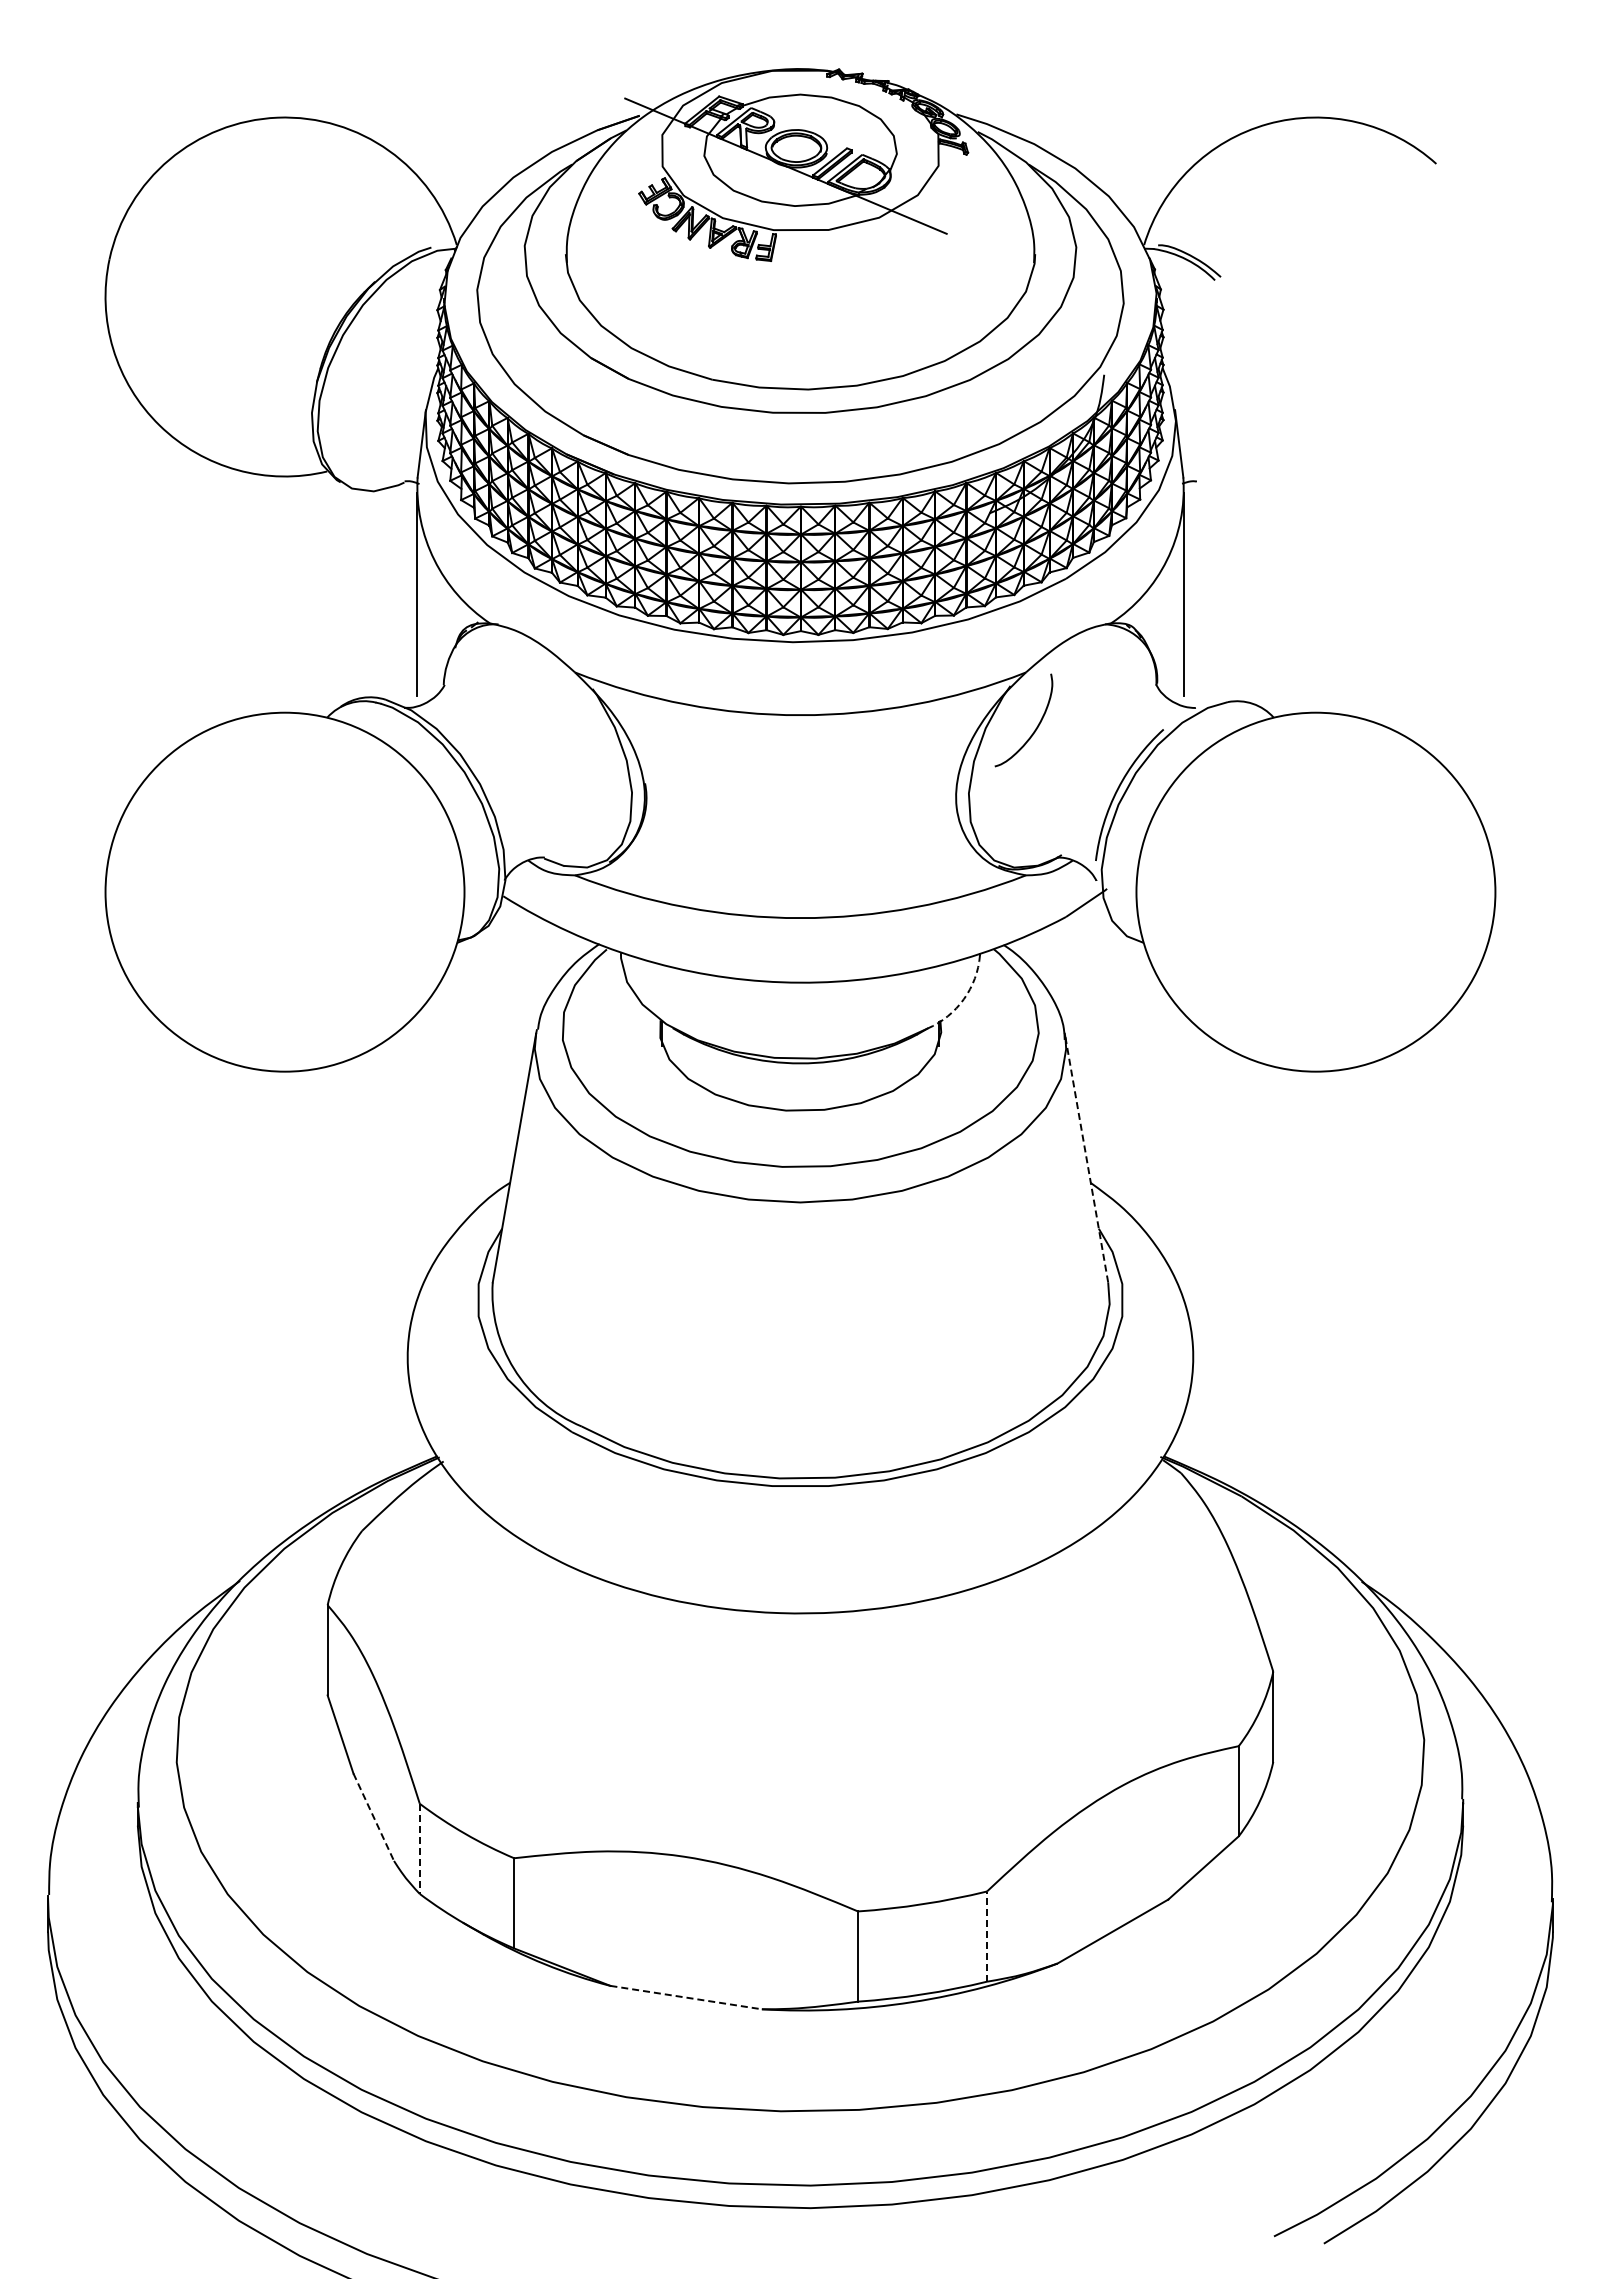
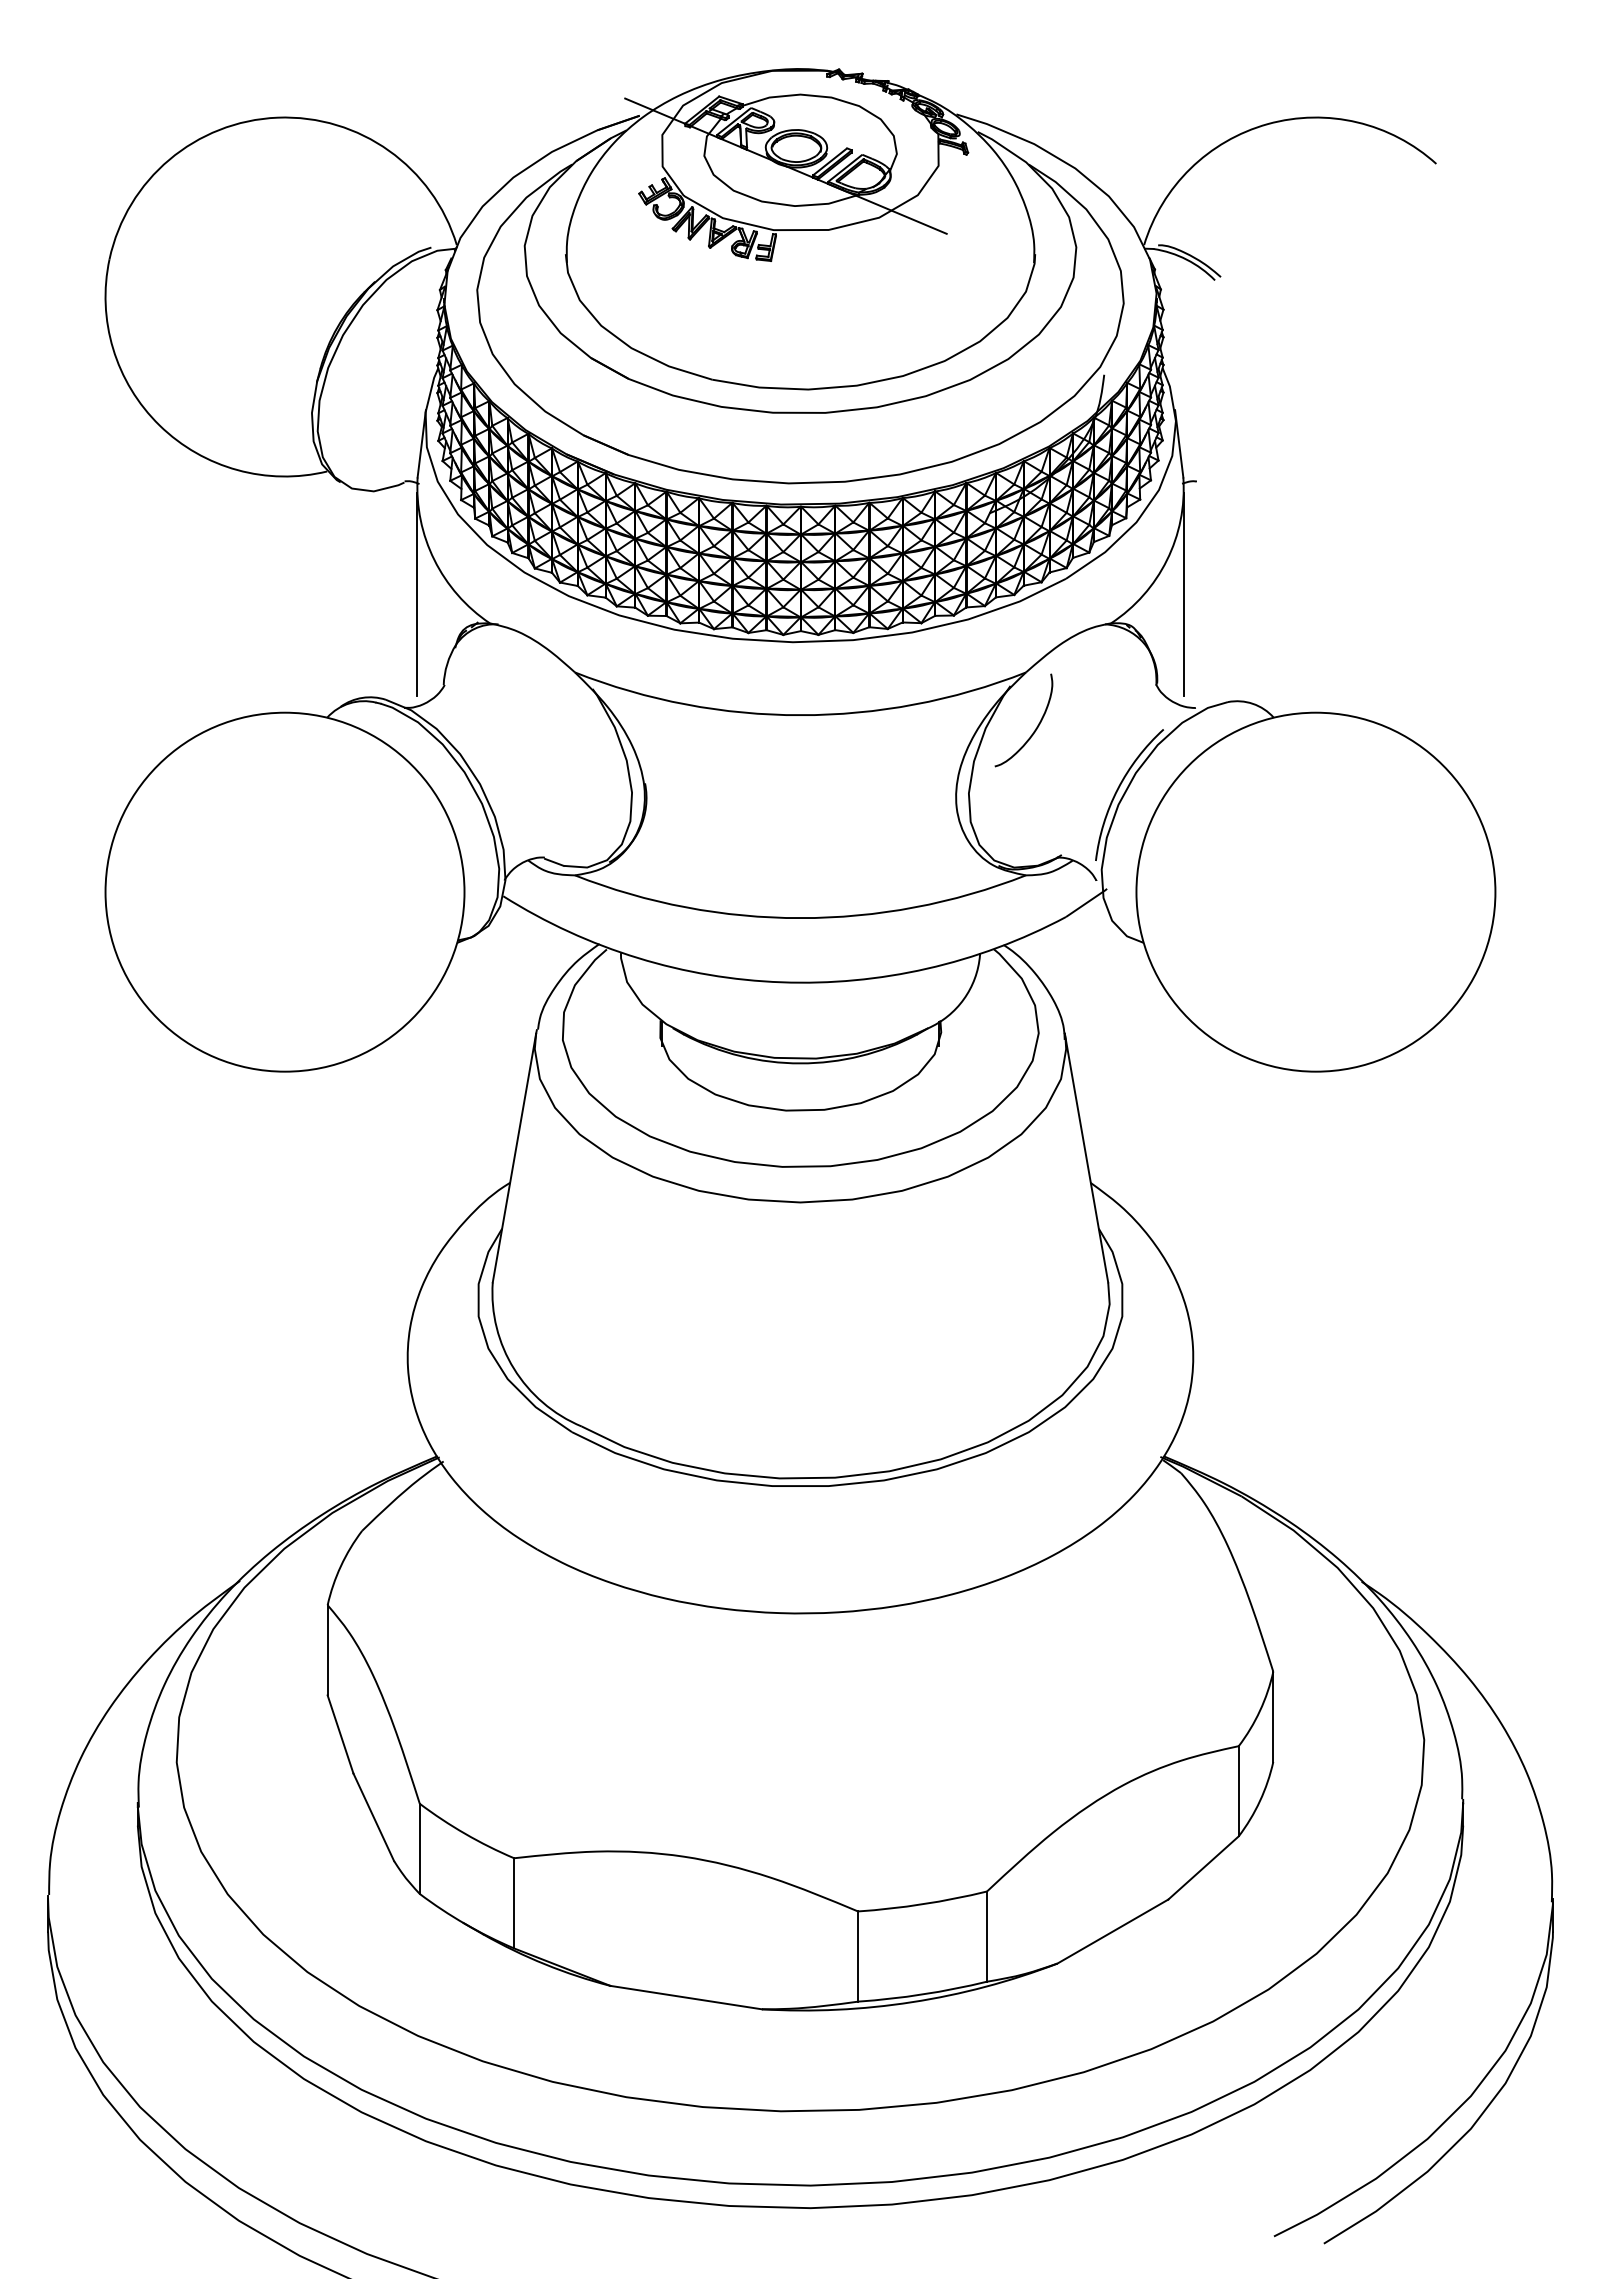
arc at (963, 999): dashed -> solid
line at (1086, 1157): dashed -> solid
line at (373, 1817): dashed -> solid
line at (419, 1849): dashed -> solid
line at (987, 1936): dashed -> solid
line at (686, 1997): dashed -> solid
